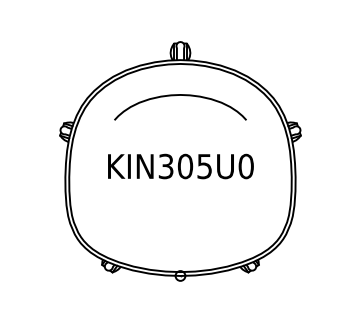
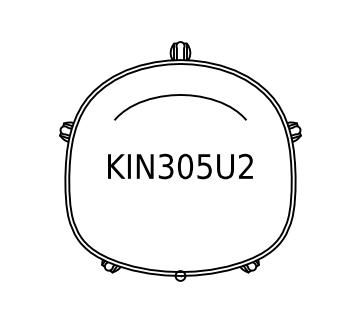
text at (245, 166): KIN305U0 -> KIN305U2
